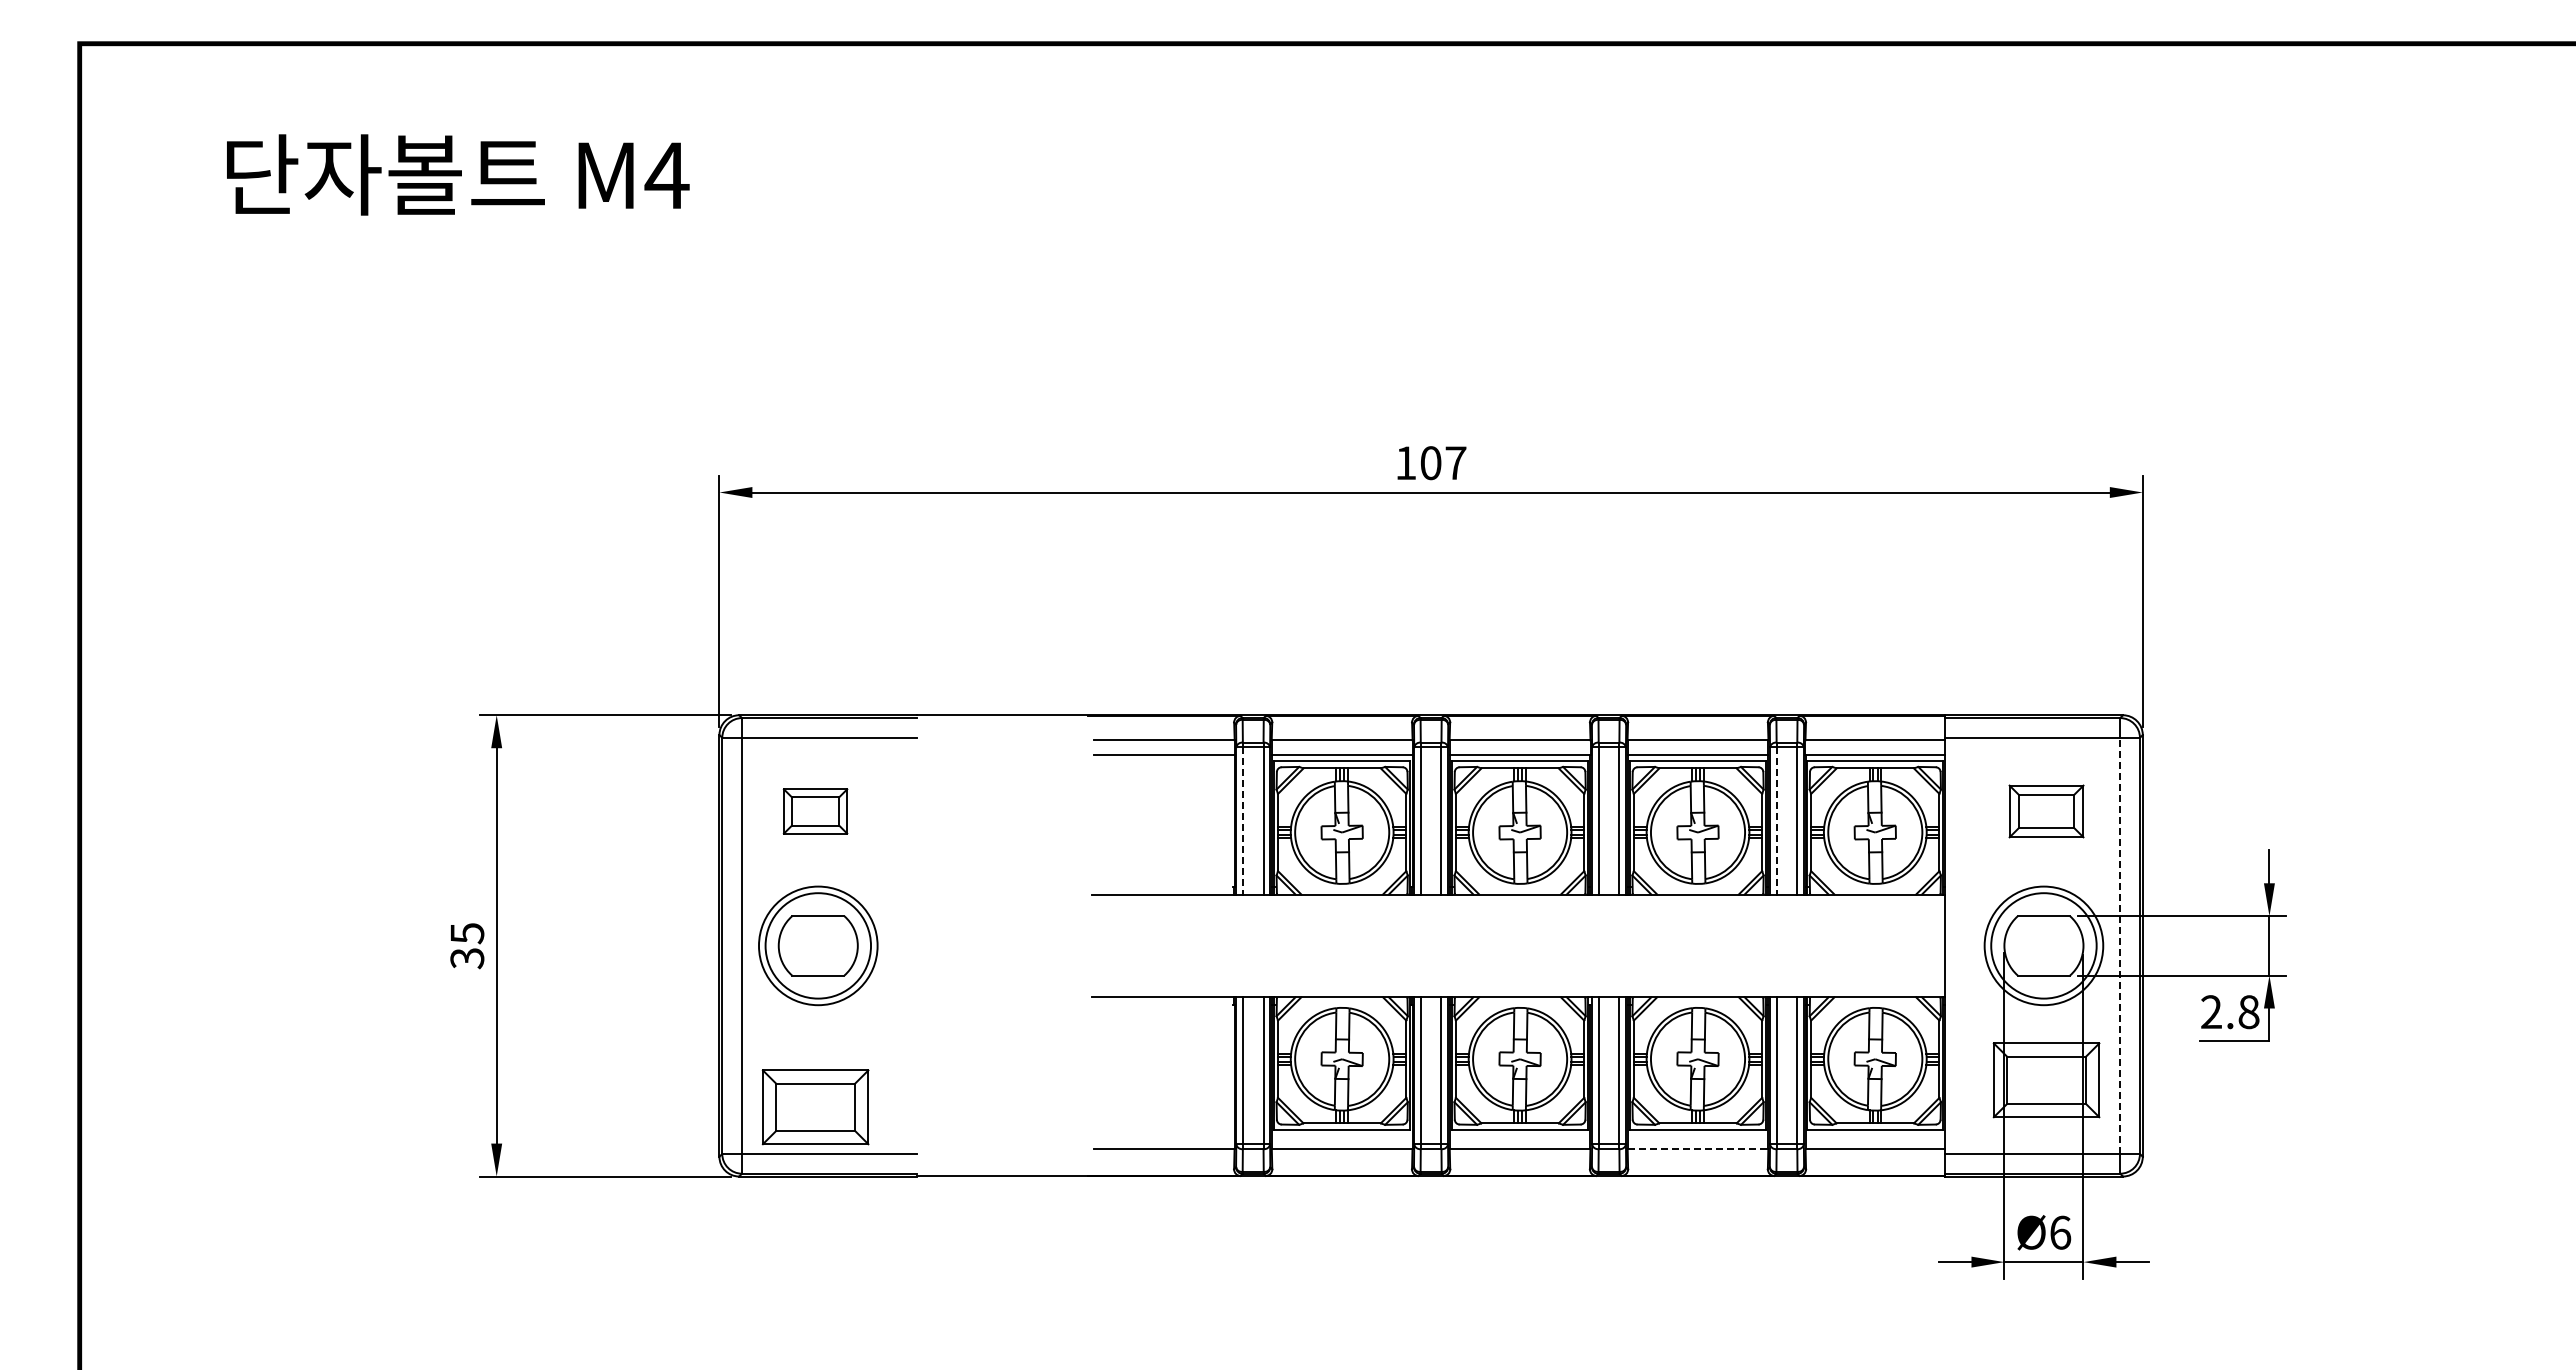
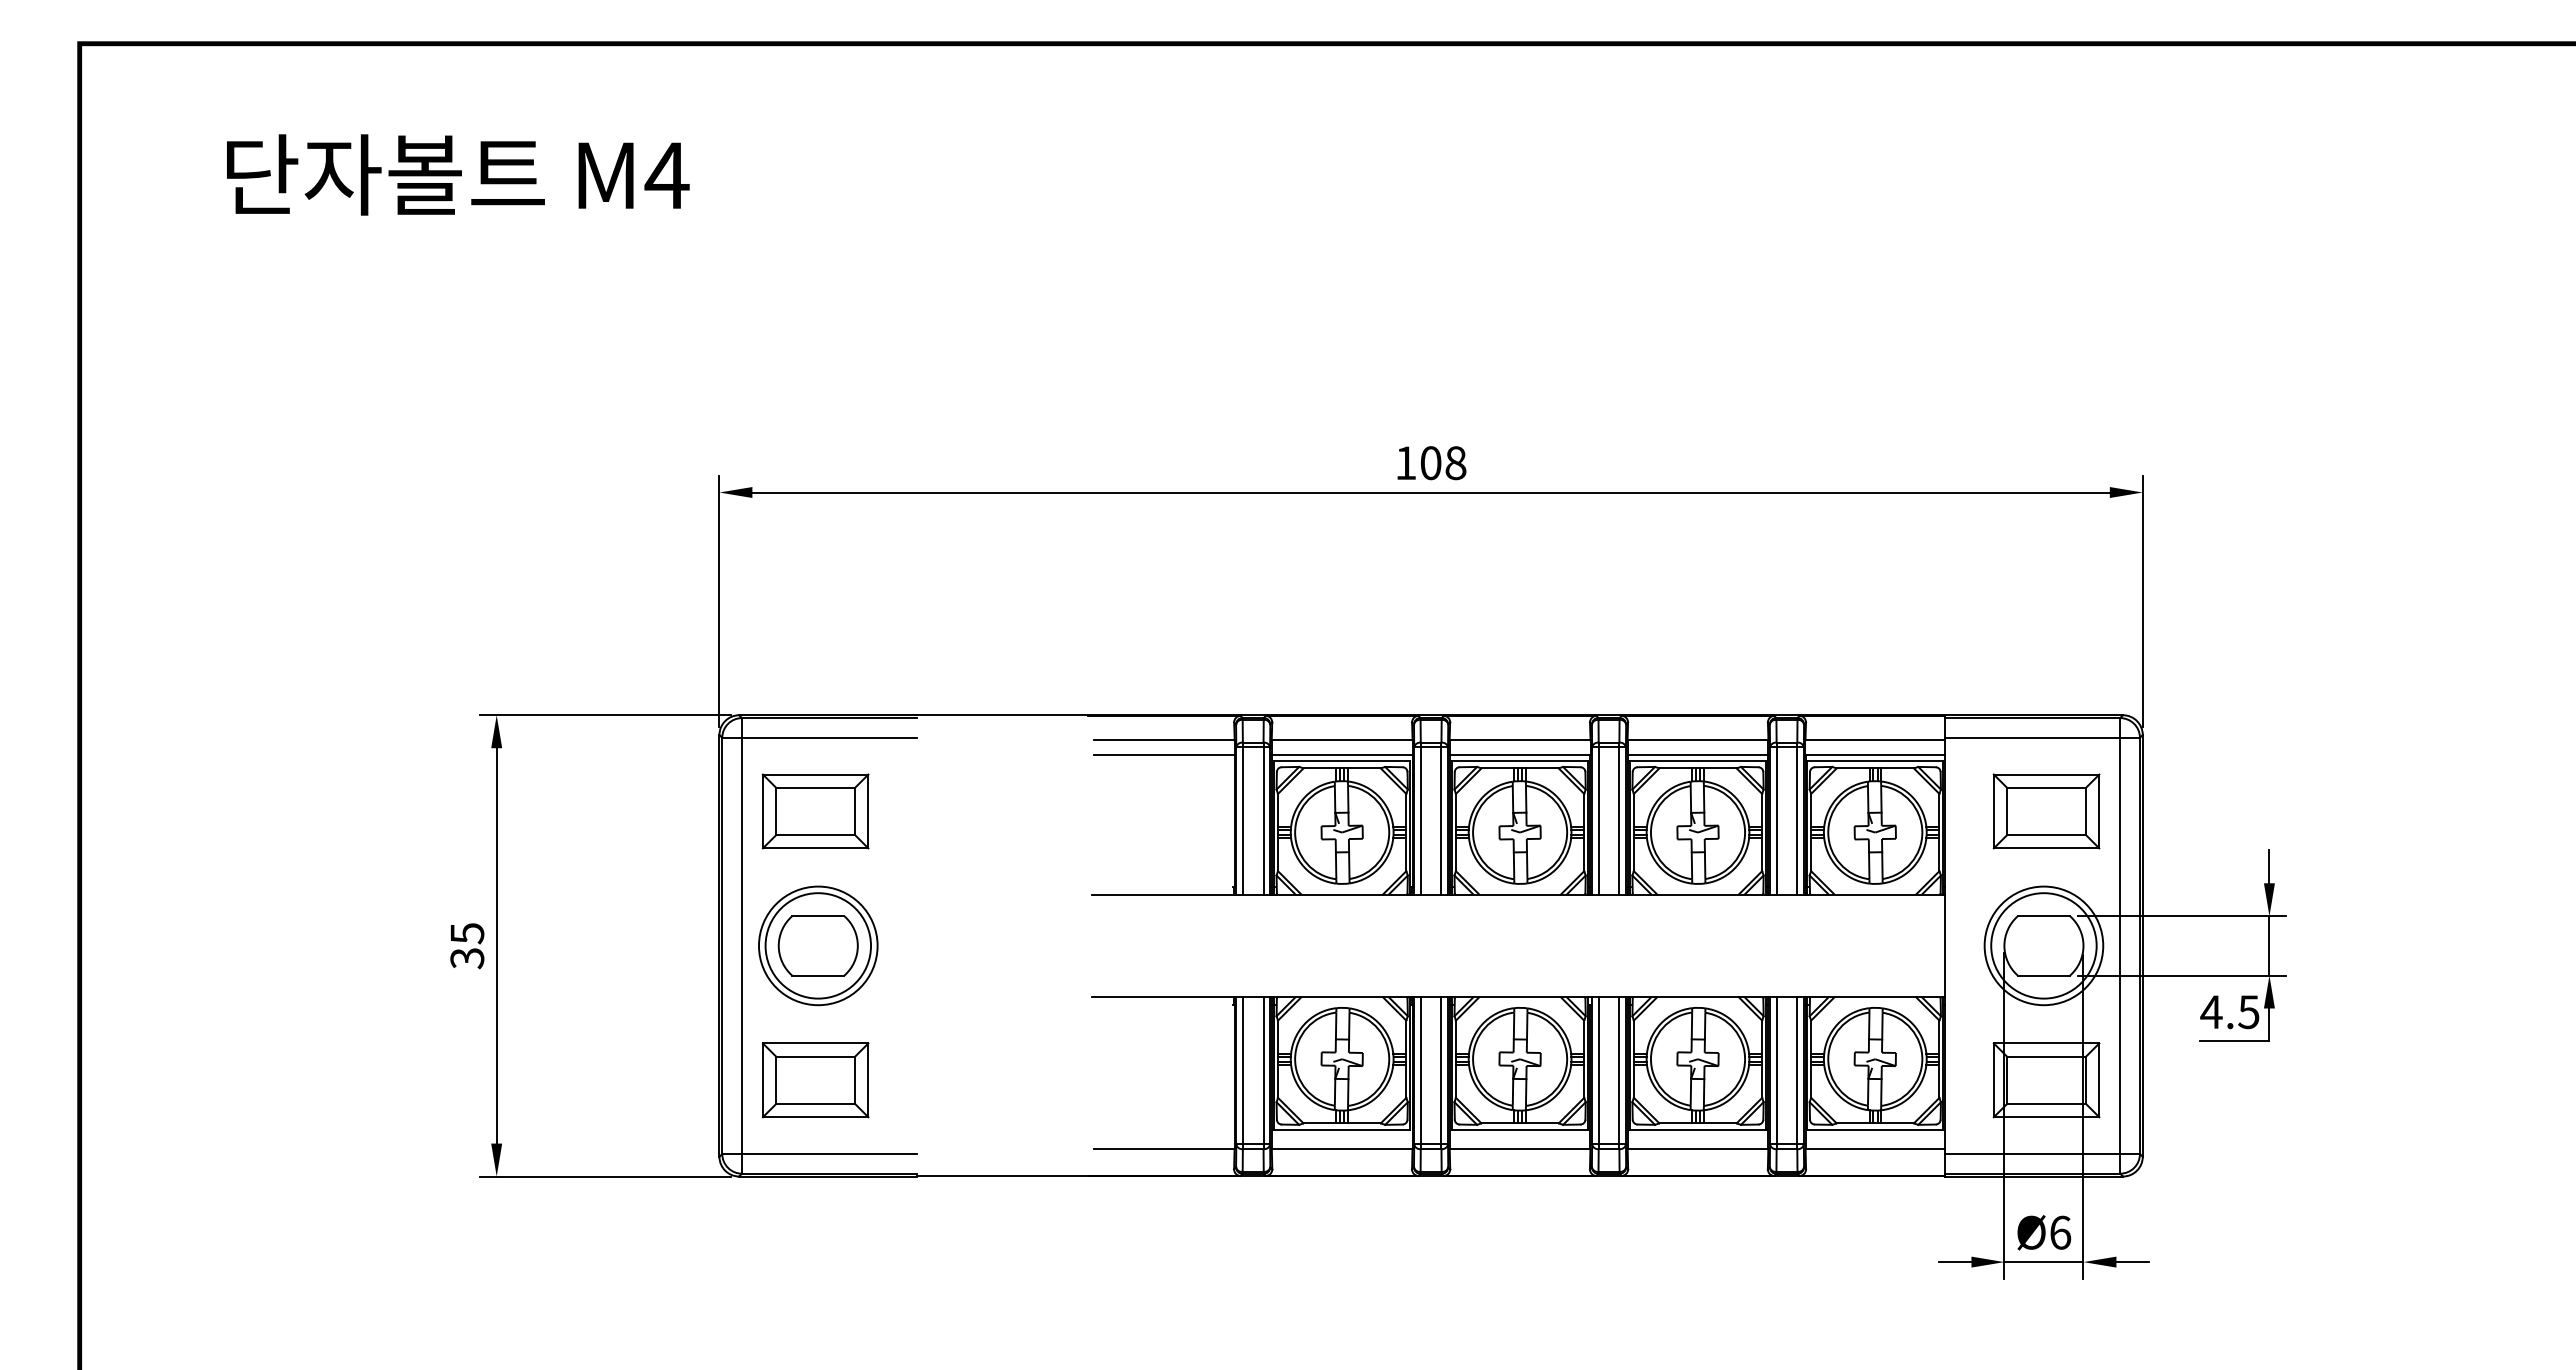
text at (1455, 463): 107 -> 108
part at (815, 811) size: 67x47 px -> 109x77 px
part at (2046, 811) size: 77x55 px -> 109x77 px
line at (1242, 820): dashed -> solid
line at (1776, 820): dashed -> solid
line at (2120, 945): dashed -> solid
text at (2229, 1012): 2.8 -> 4.5
part at (815, 1107) position: (815, 1107) -> (815, 1080)
line at (1698, 1148): dashed -> solid
